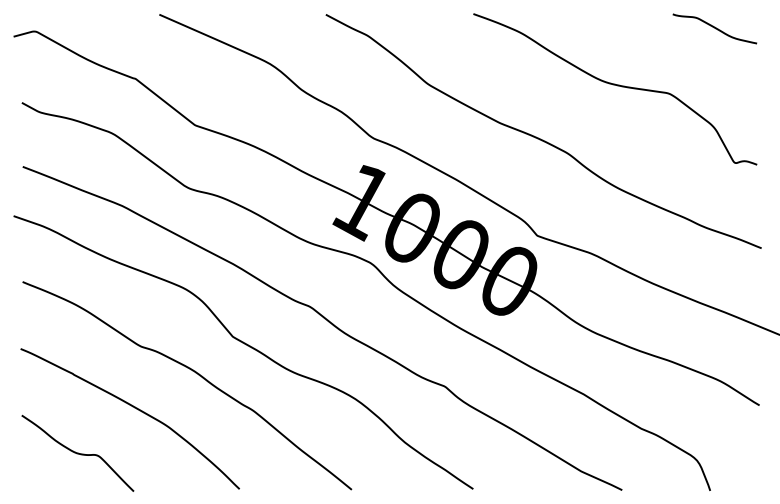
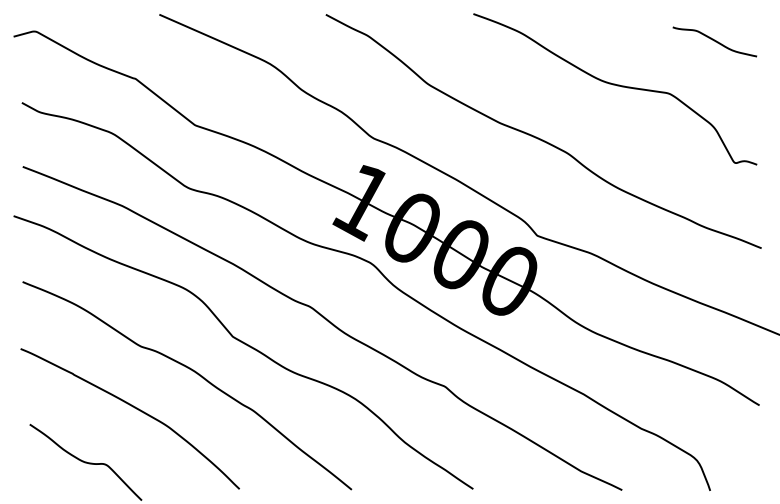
curve at (714, 28) position: (714, 28) -> (714, 41)
curve at (77, 452) position: (77, 452) -> (85, 461)
